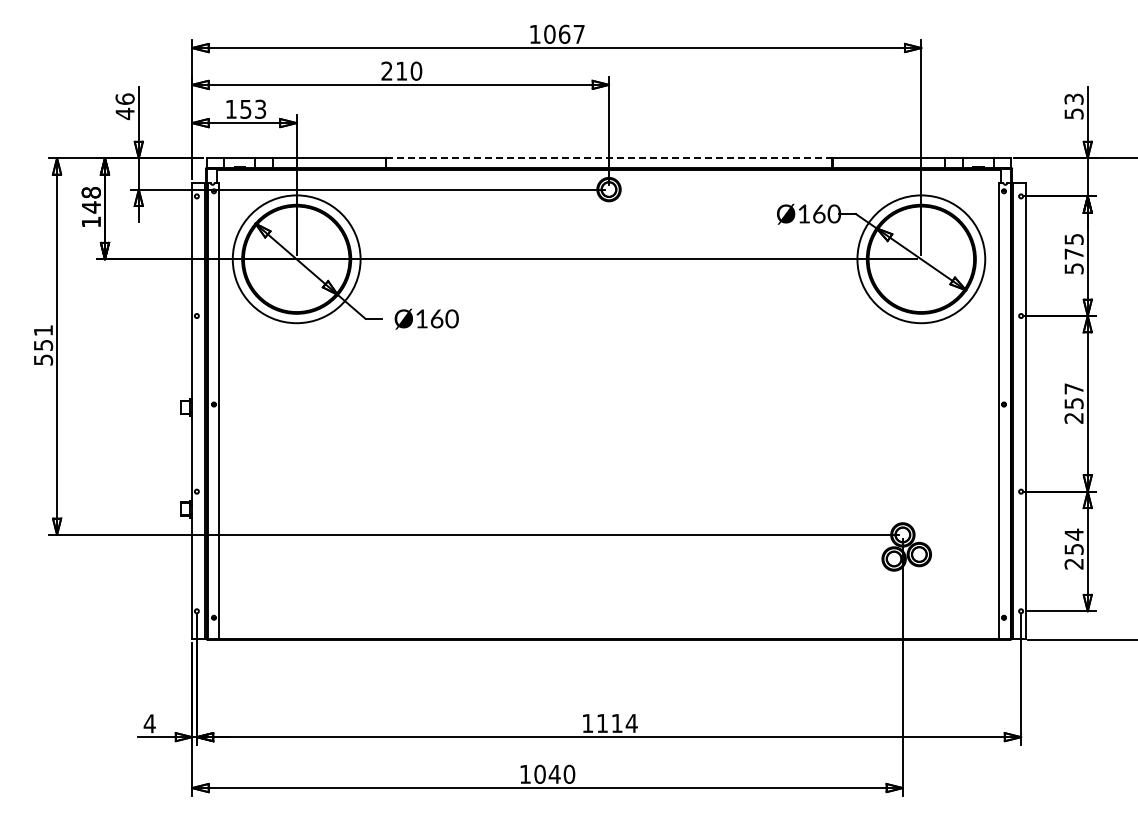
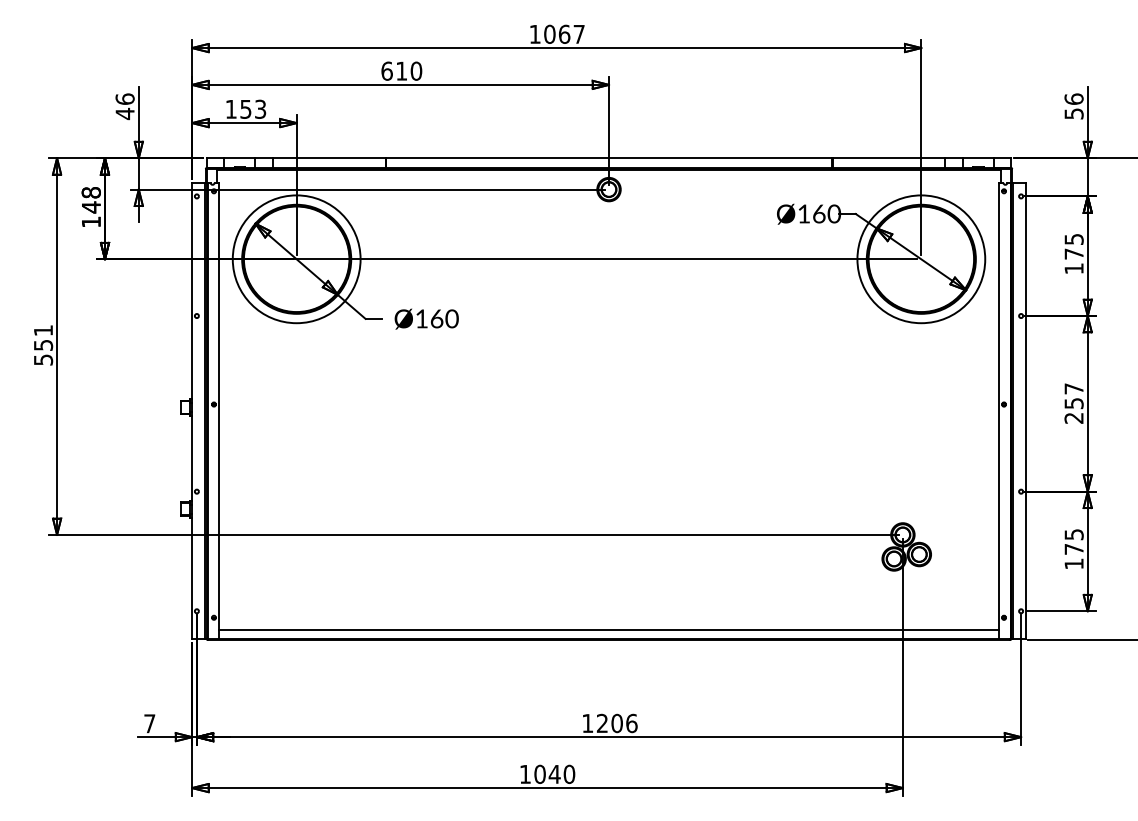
text at (386, 70): 210 -> 610
text at (1073, 98): 53 -> 56
line at (609, 158): dashed -> solid
text at (1073, 268): 575 -> 175
text at (1073, 548): 254 -> 175
line at (608, 629): none -> present
text at (149, 723): 4 -> 7
text at (616, 723): 1114 -> 1206
